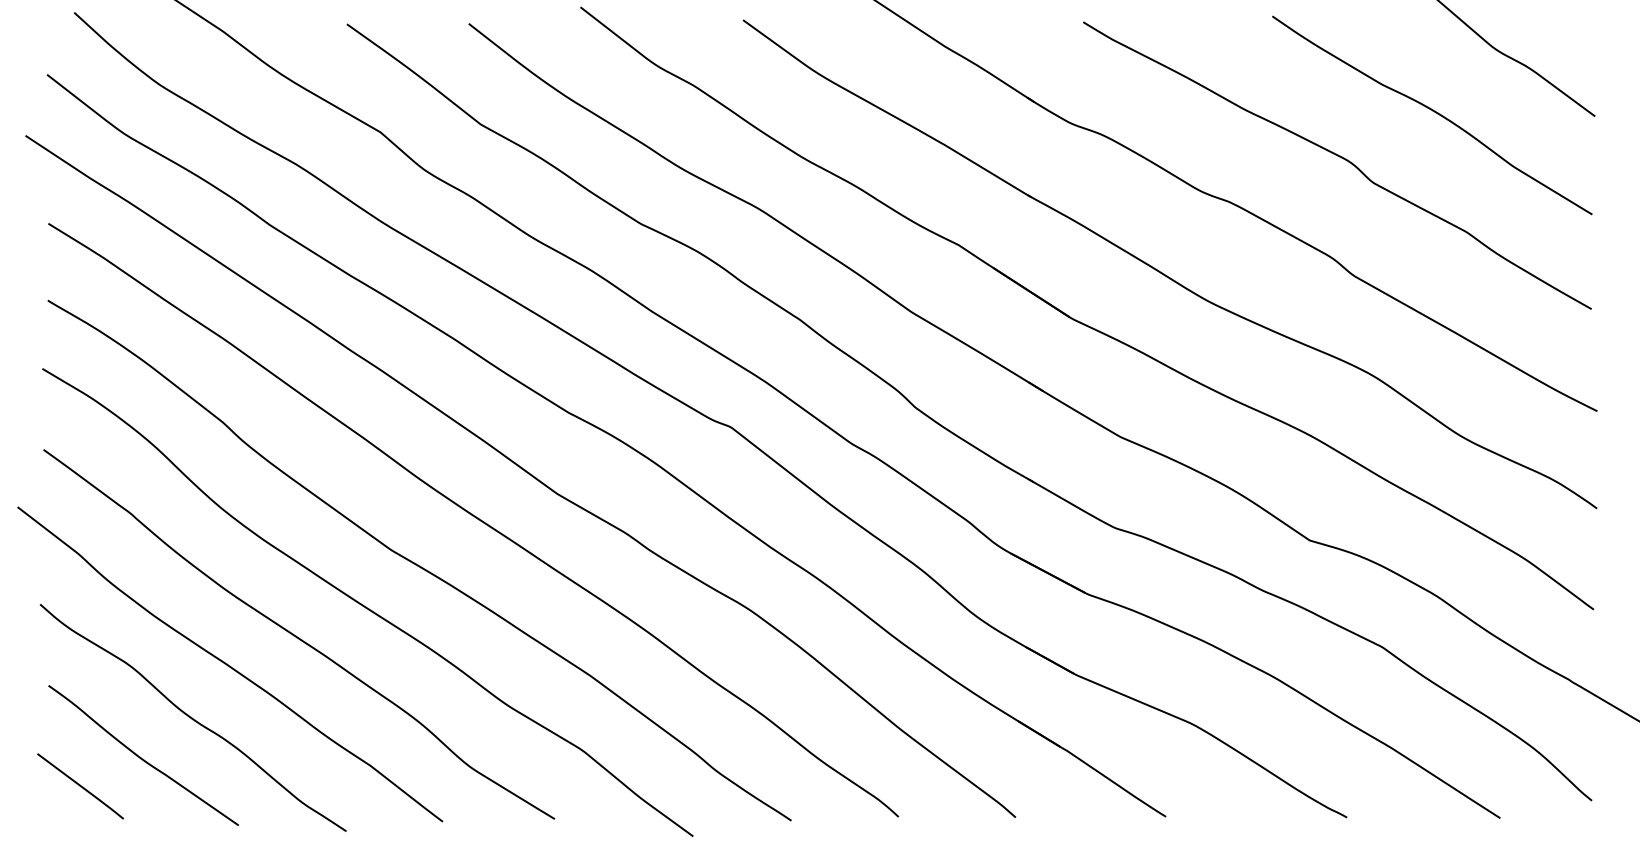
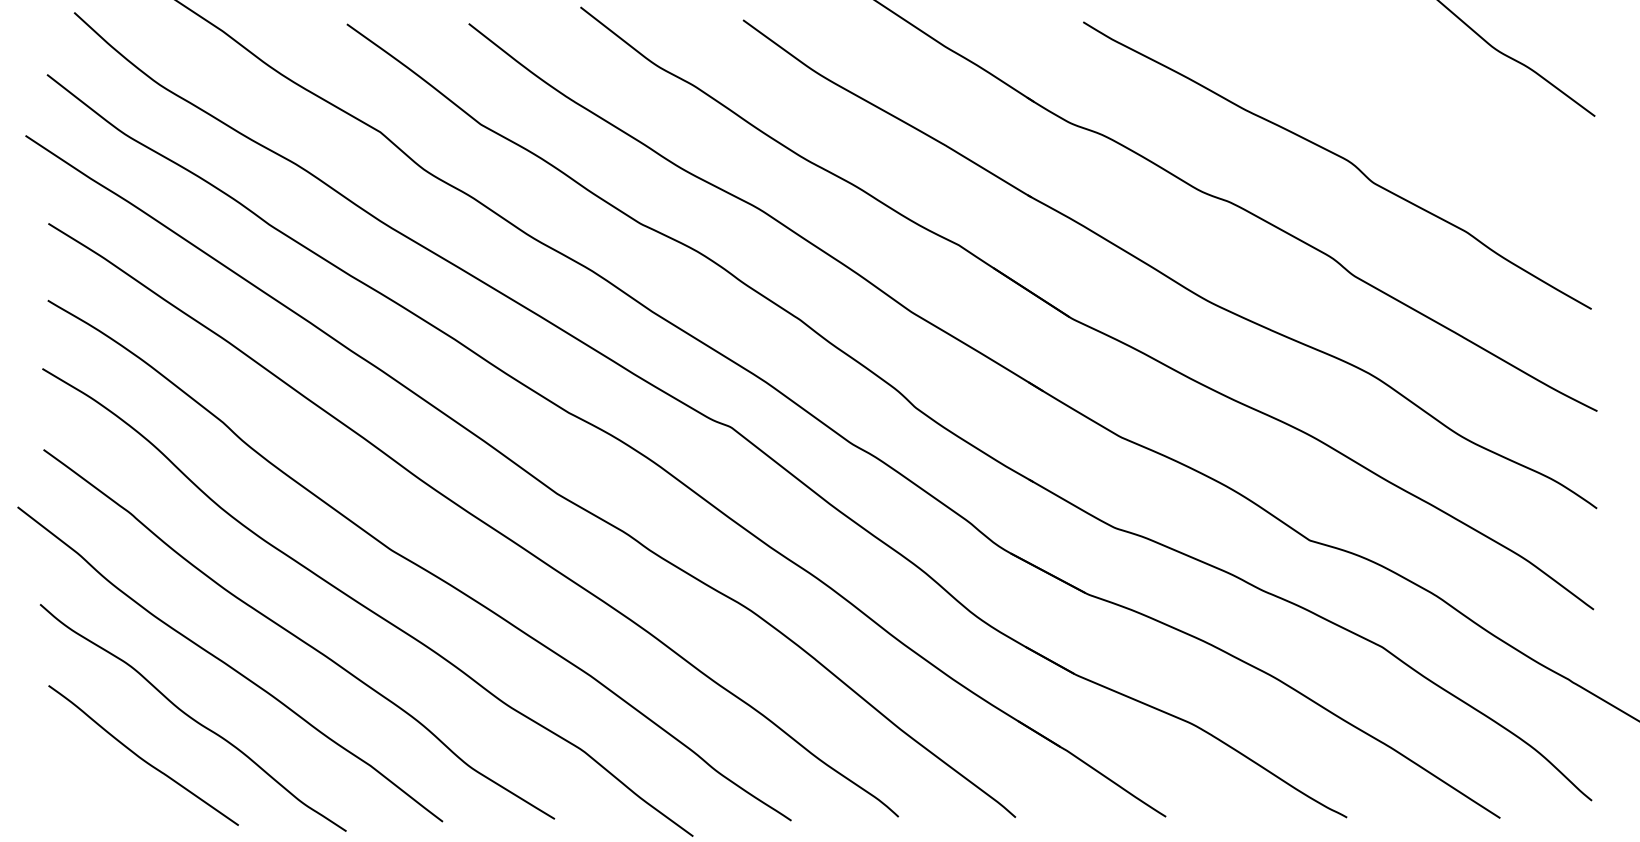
curve at (1434, 112): present -> none
line at (80, 786): present -> none
